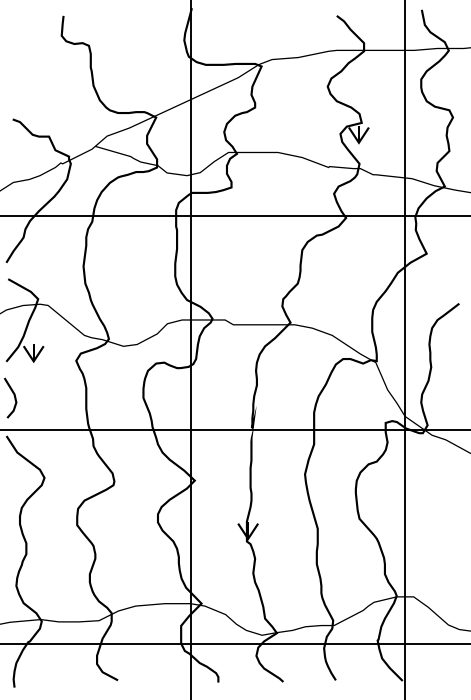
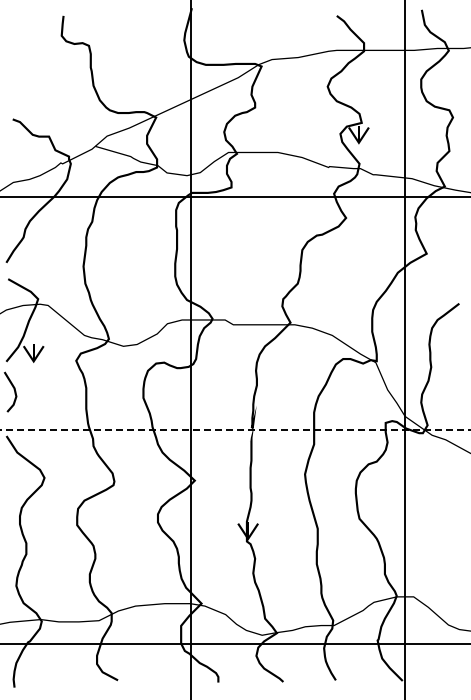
line at (234, 215) position: (234, 215) -> (234, 196)
line at (13, 395) position: (13, 395) -> (13, 389)
line at (235, 429): solid -> dashed
